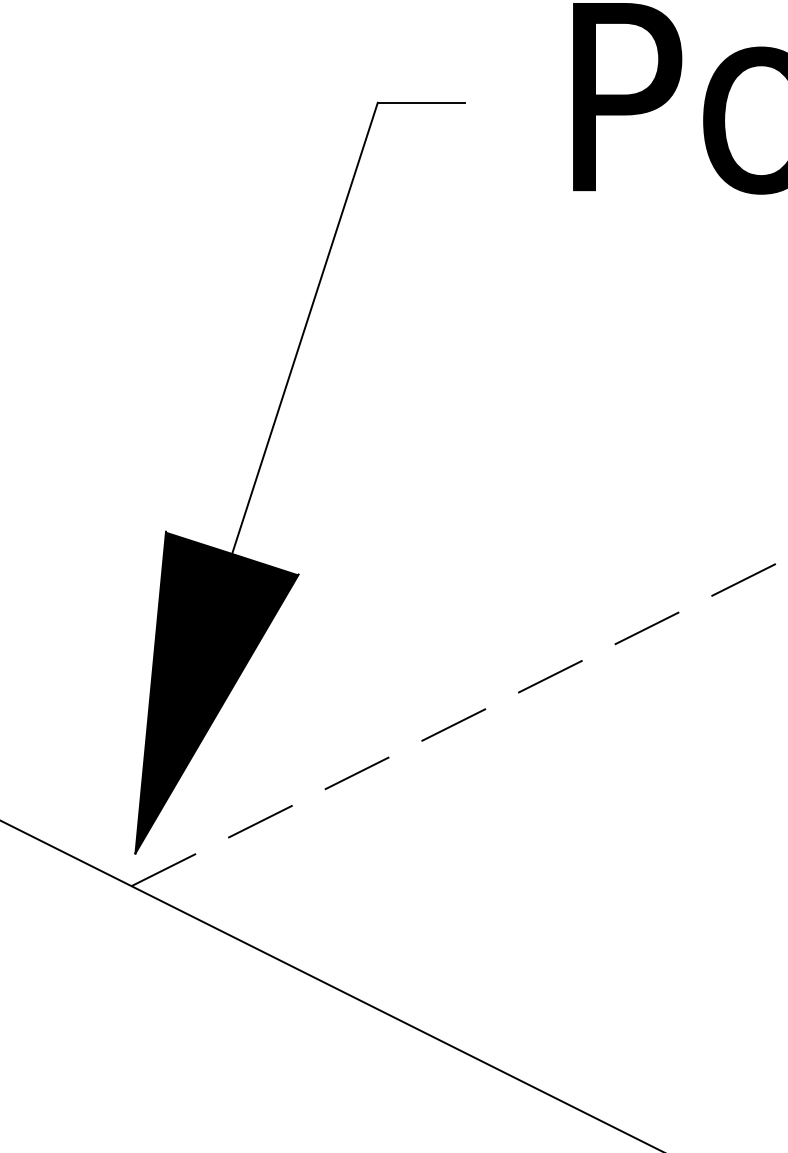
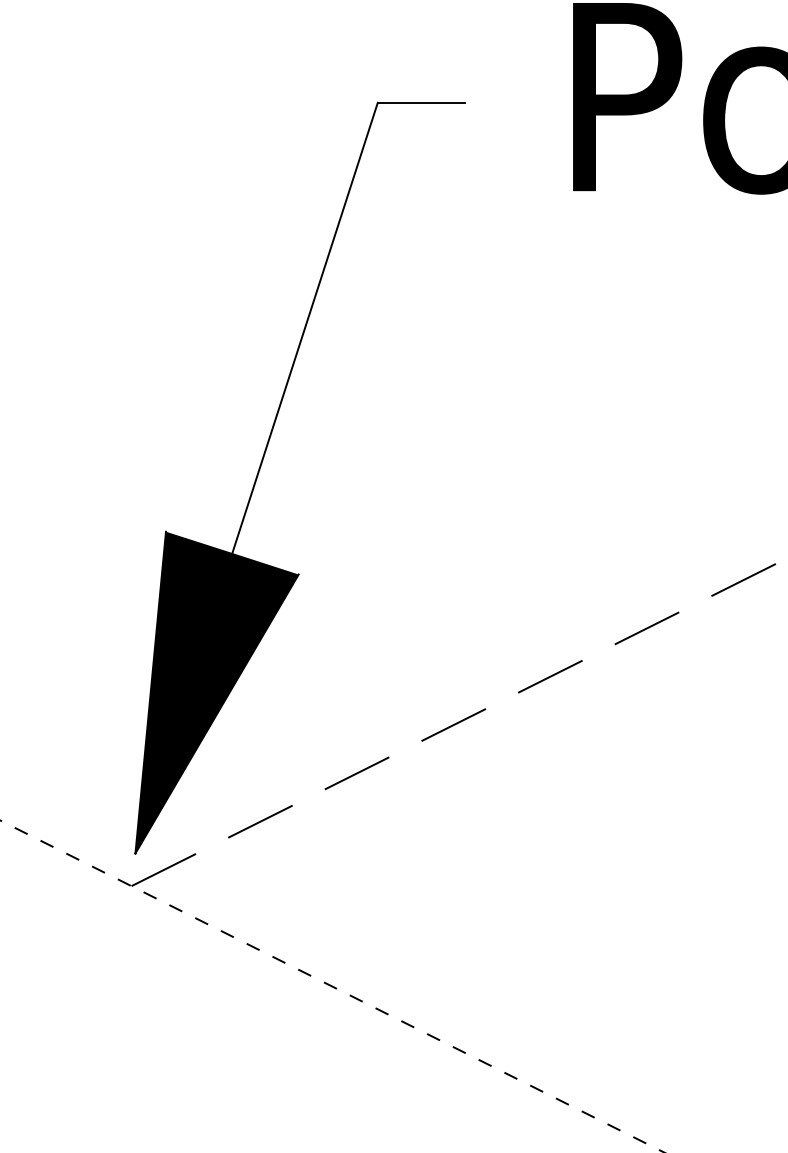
line at (332, 986): solid -> dashed
